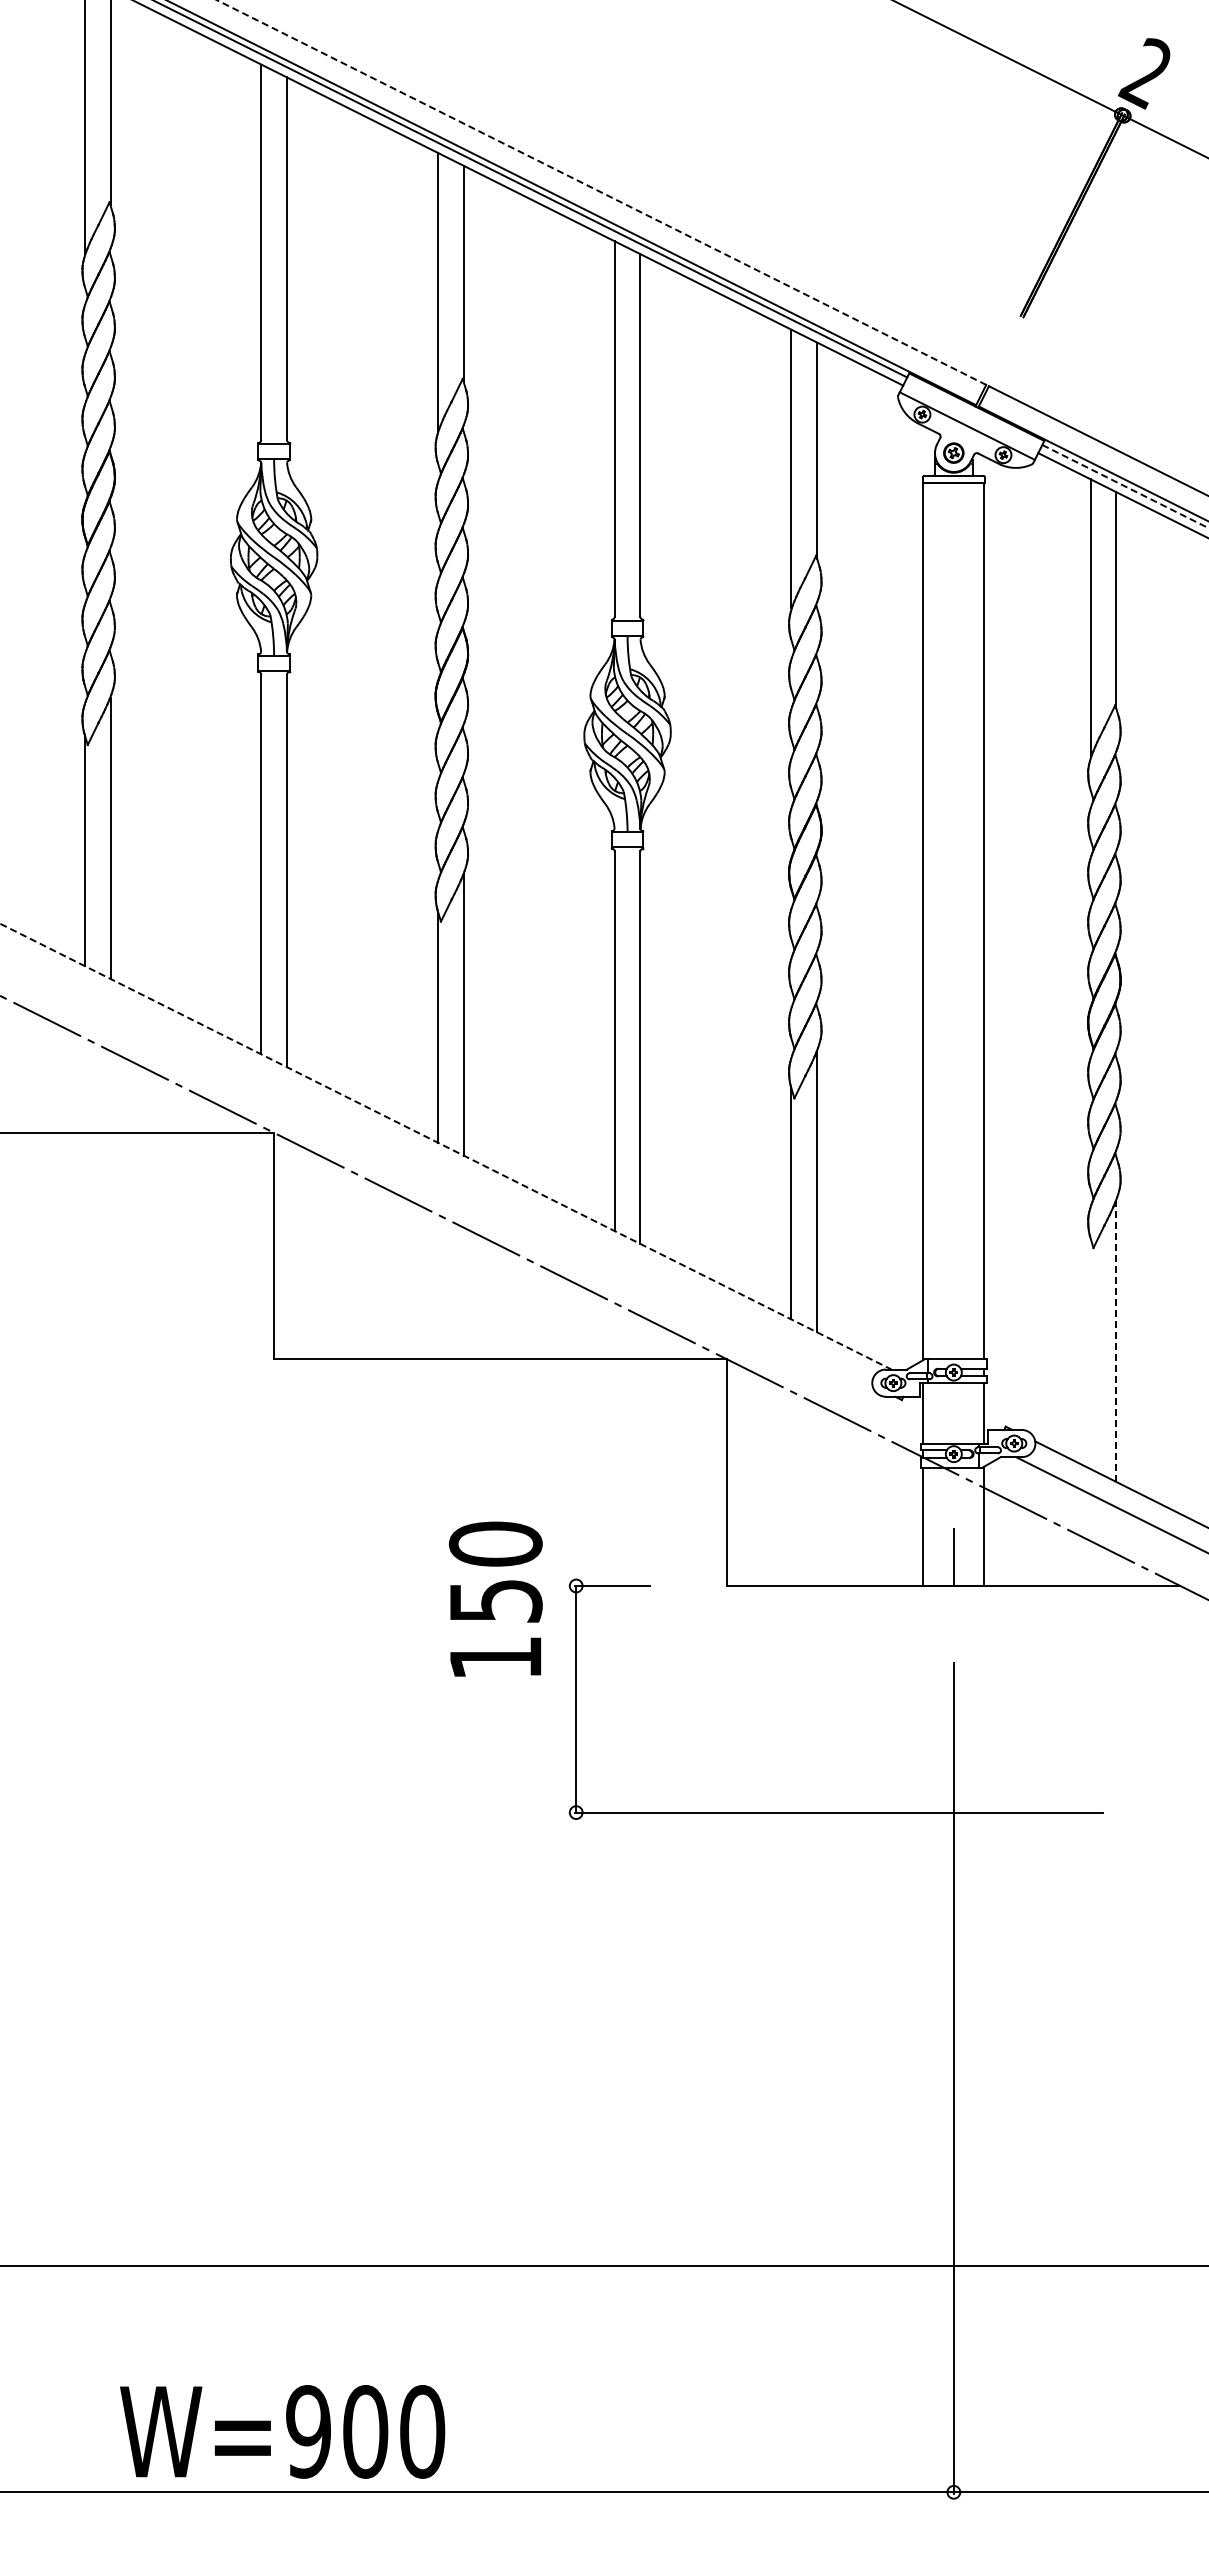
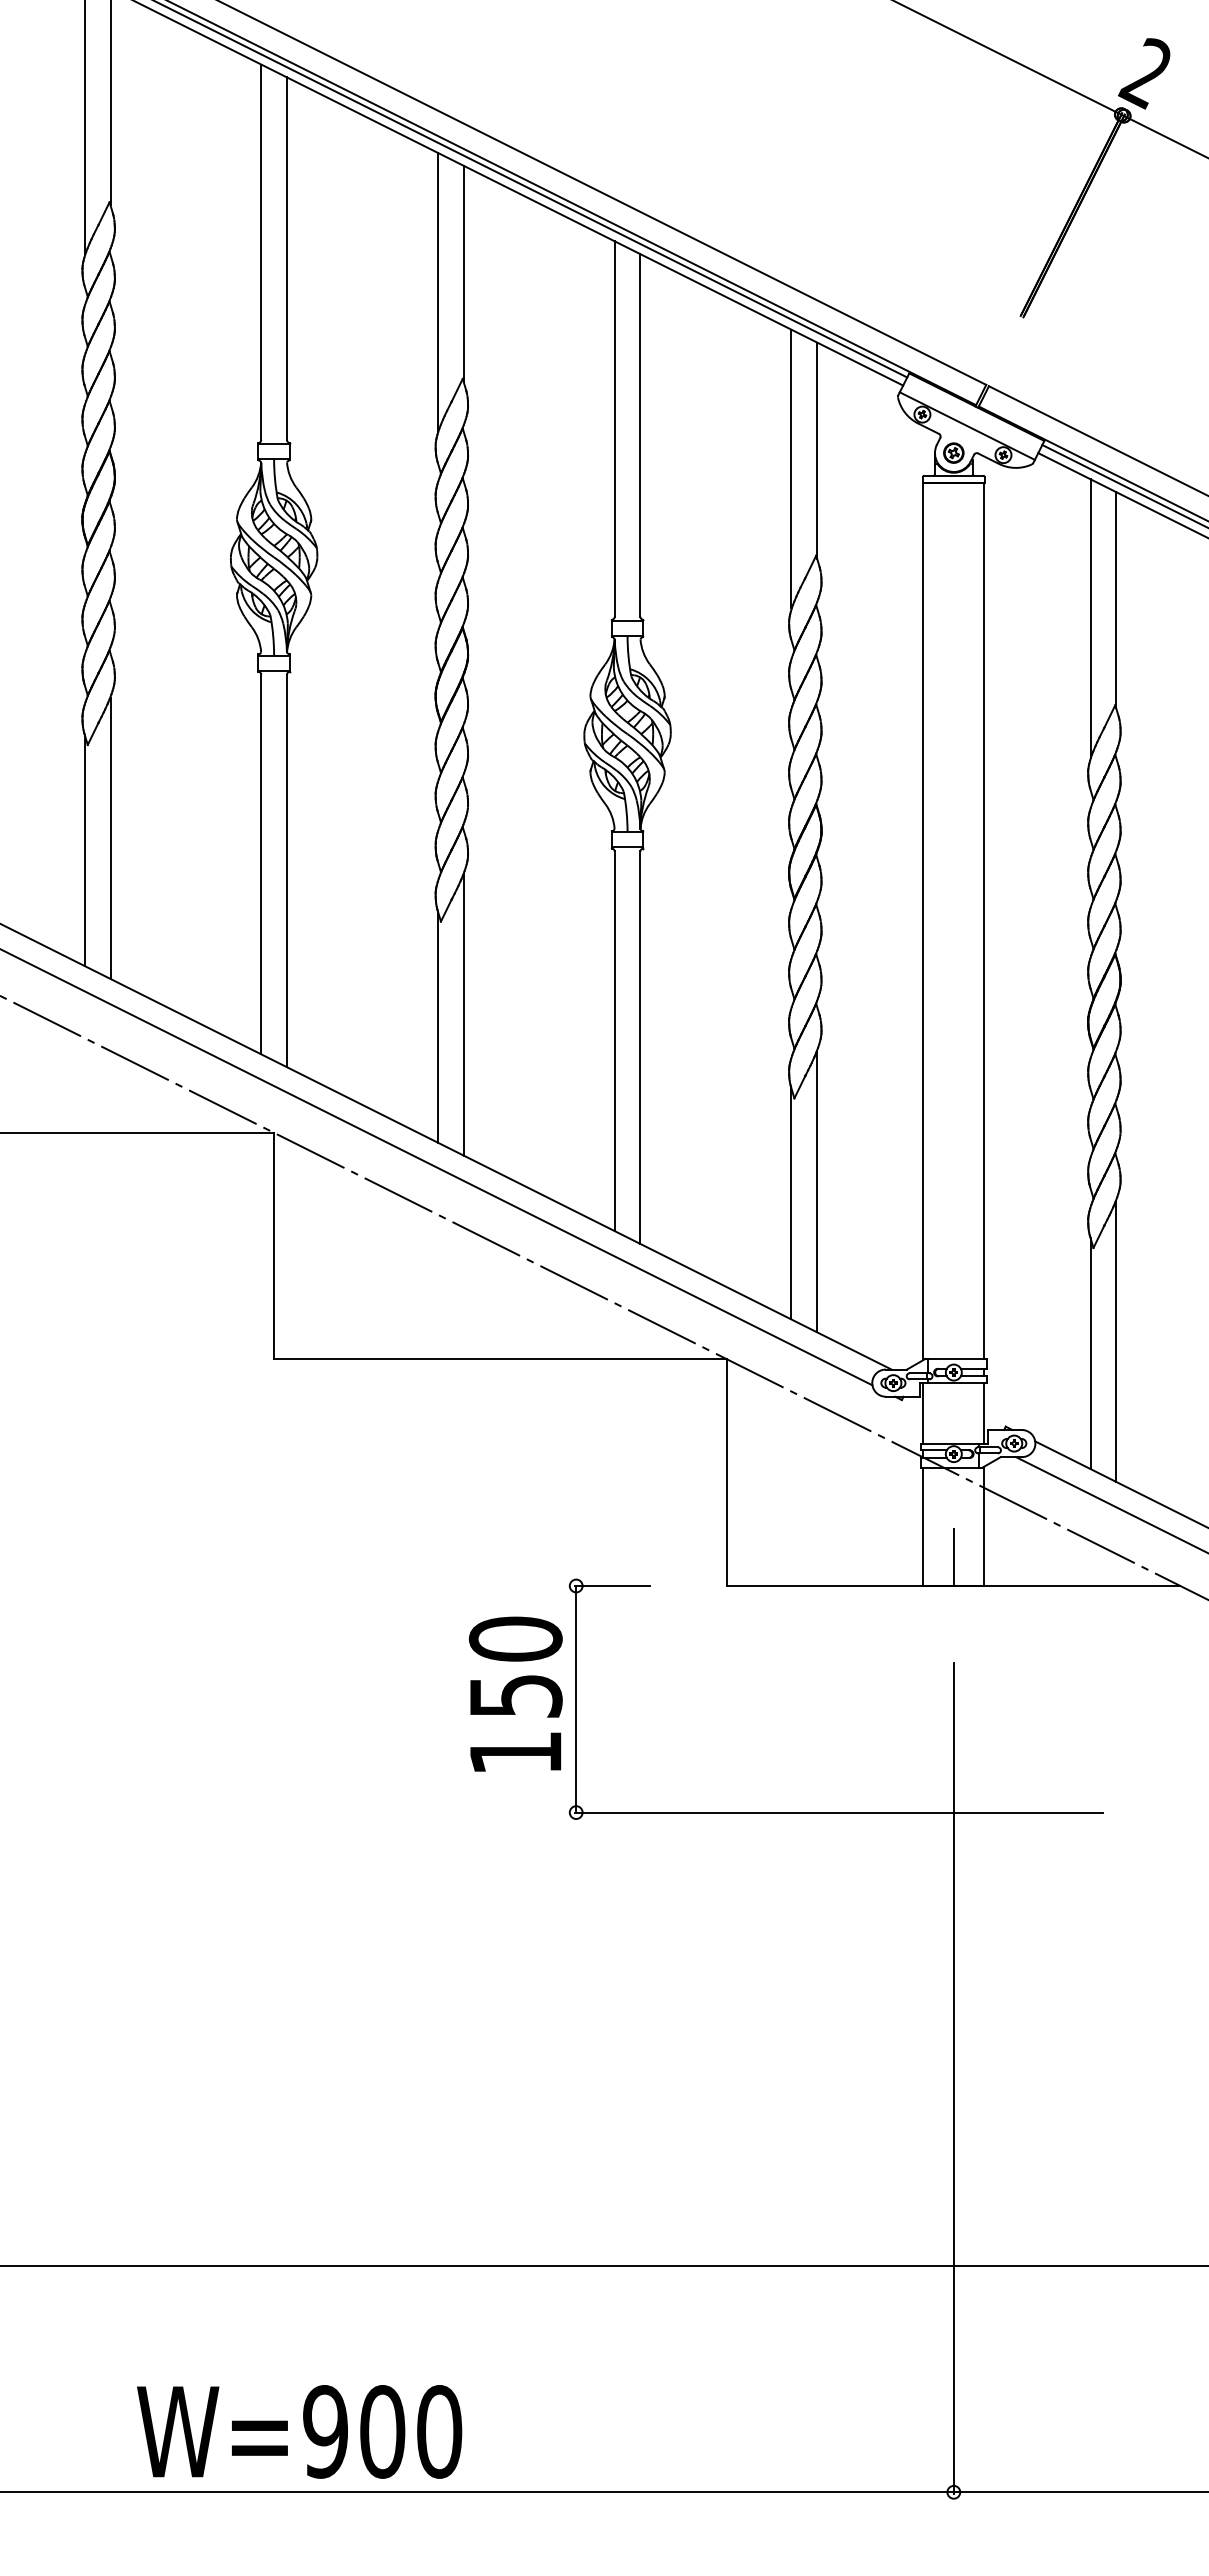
line at (601, 192): dashed -> solid
line at (1125, 486): dashed -> solid
line at (446, 1146): dashed -> solid
line at (437, 1167): none -> present
line at (1116, 1341): dashed -> solid
line at (1090, 1353): none -> present
text at (495, 1598) position: (495, 1598) -> (515, 1693)
text at (282, 2431) position: (282, 2431) -> (299, 2431)
